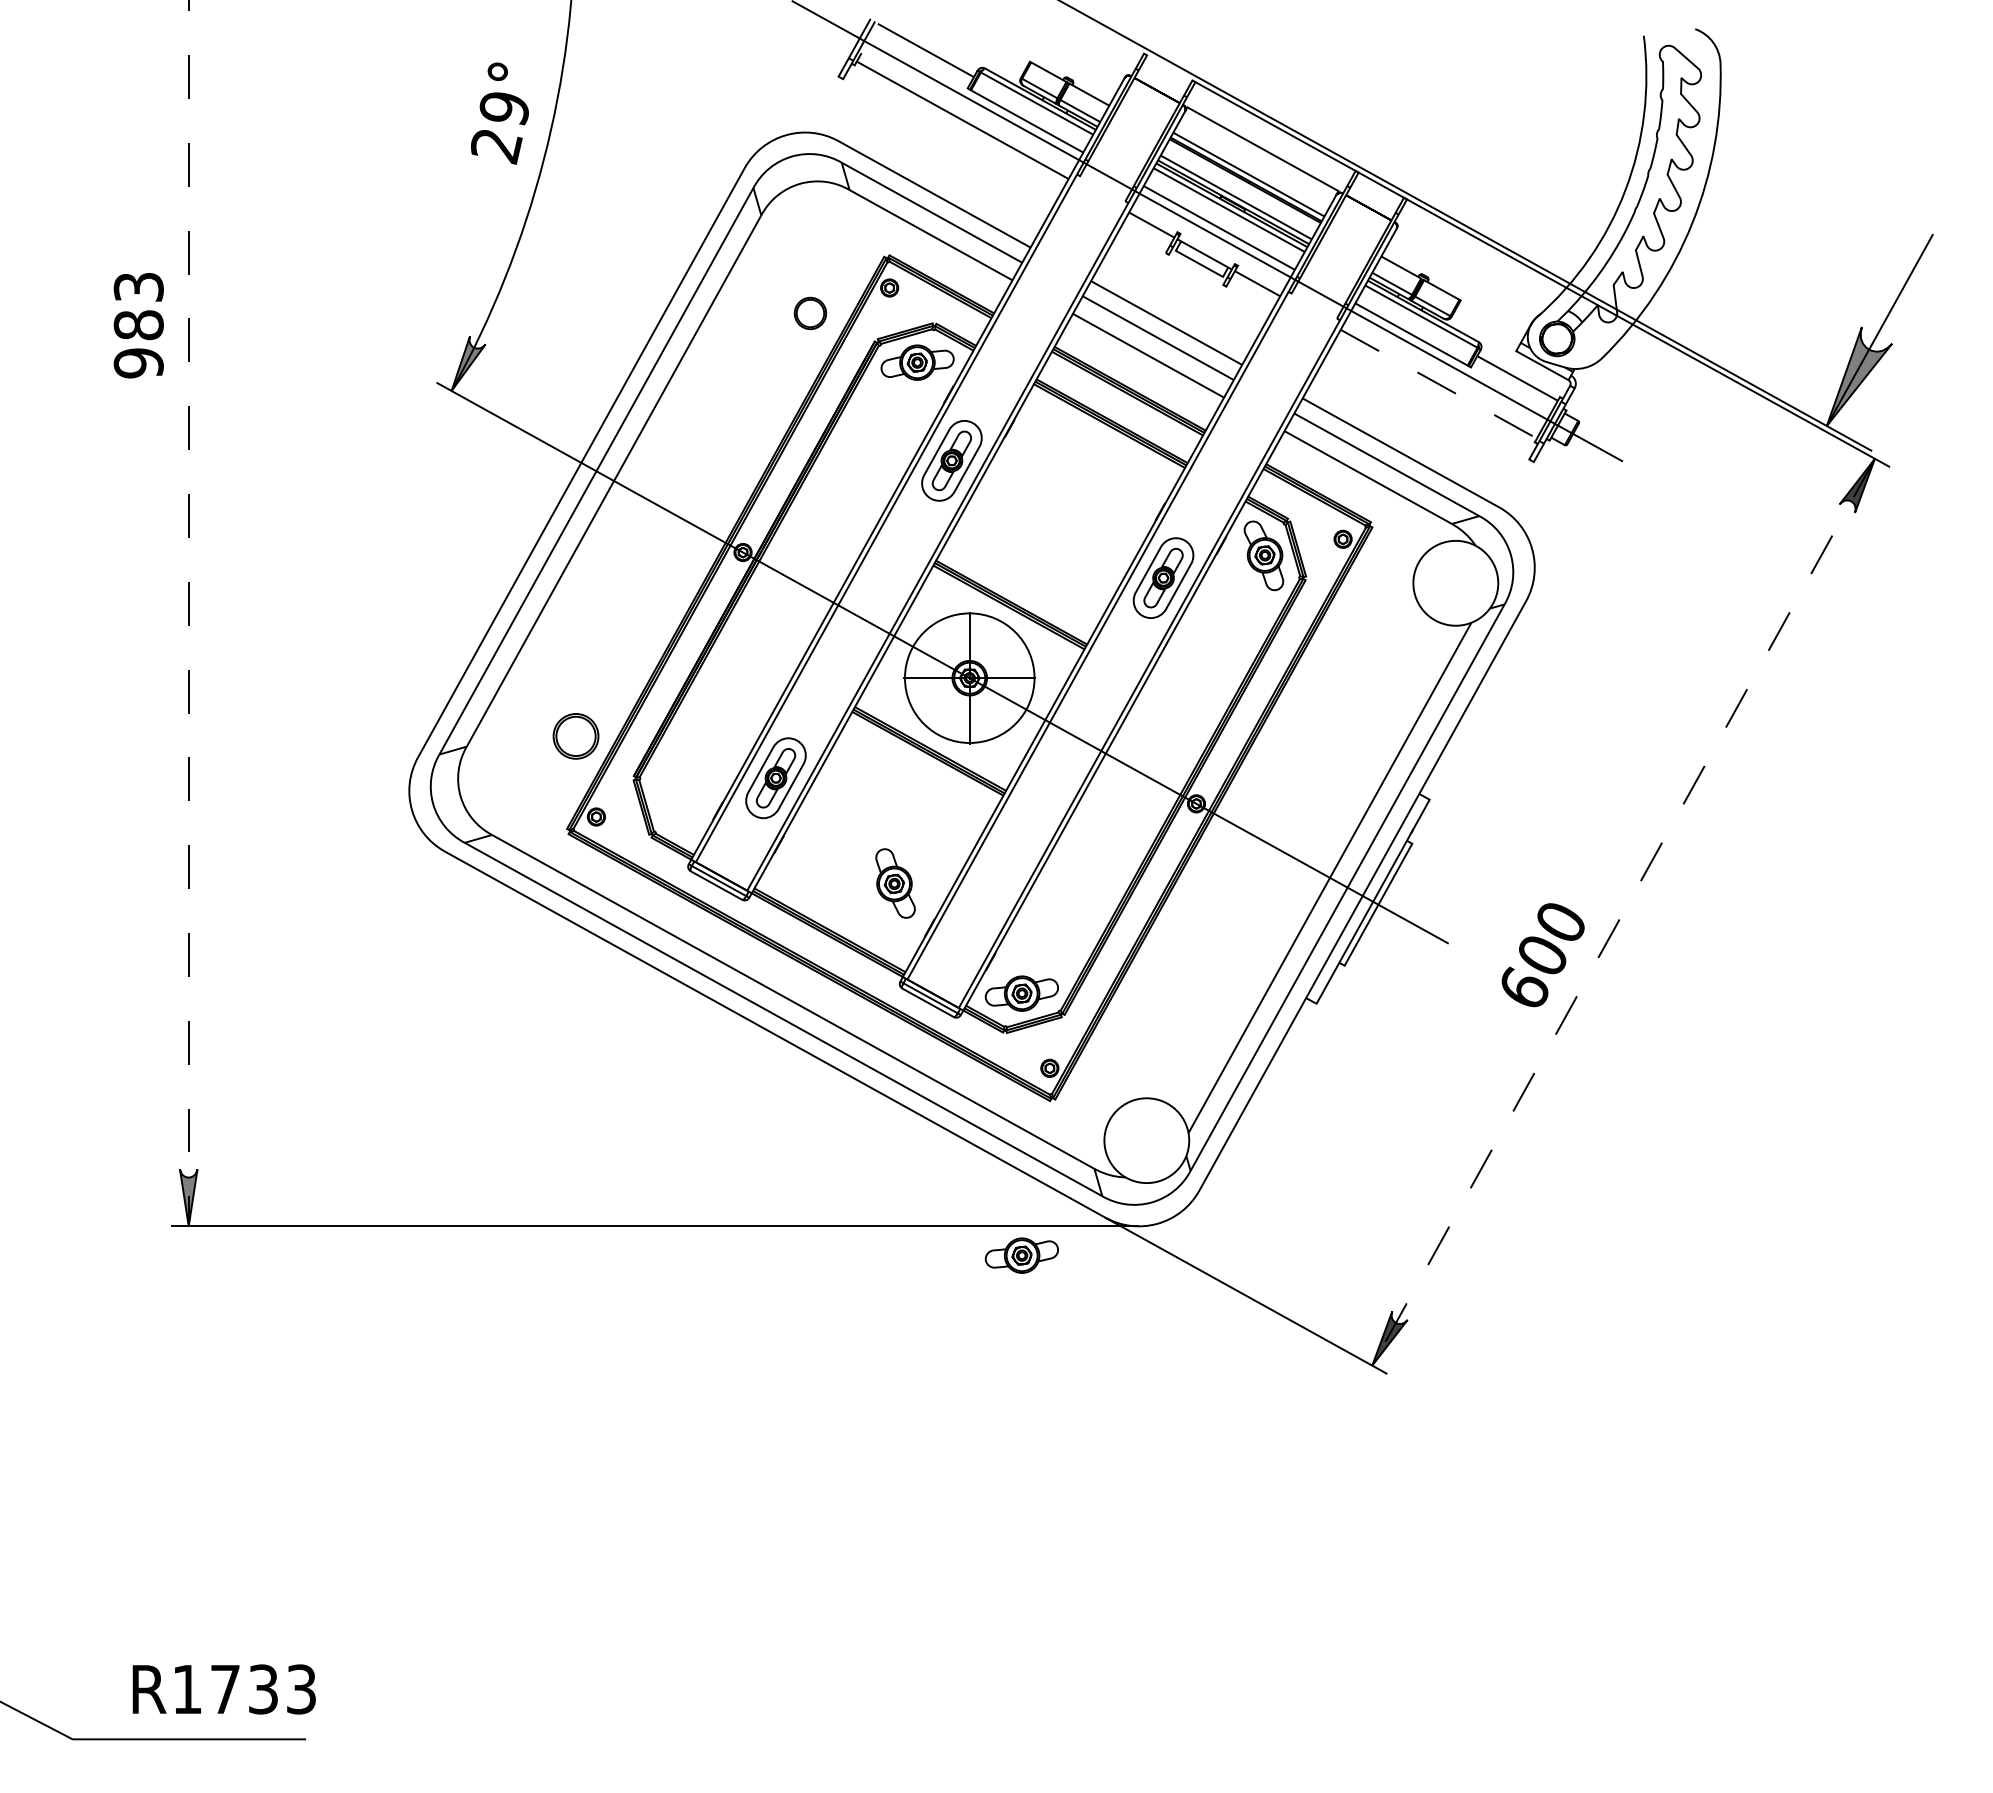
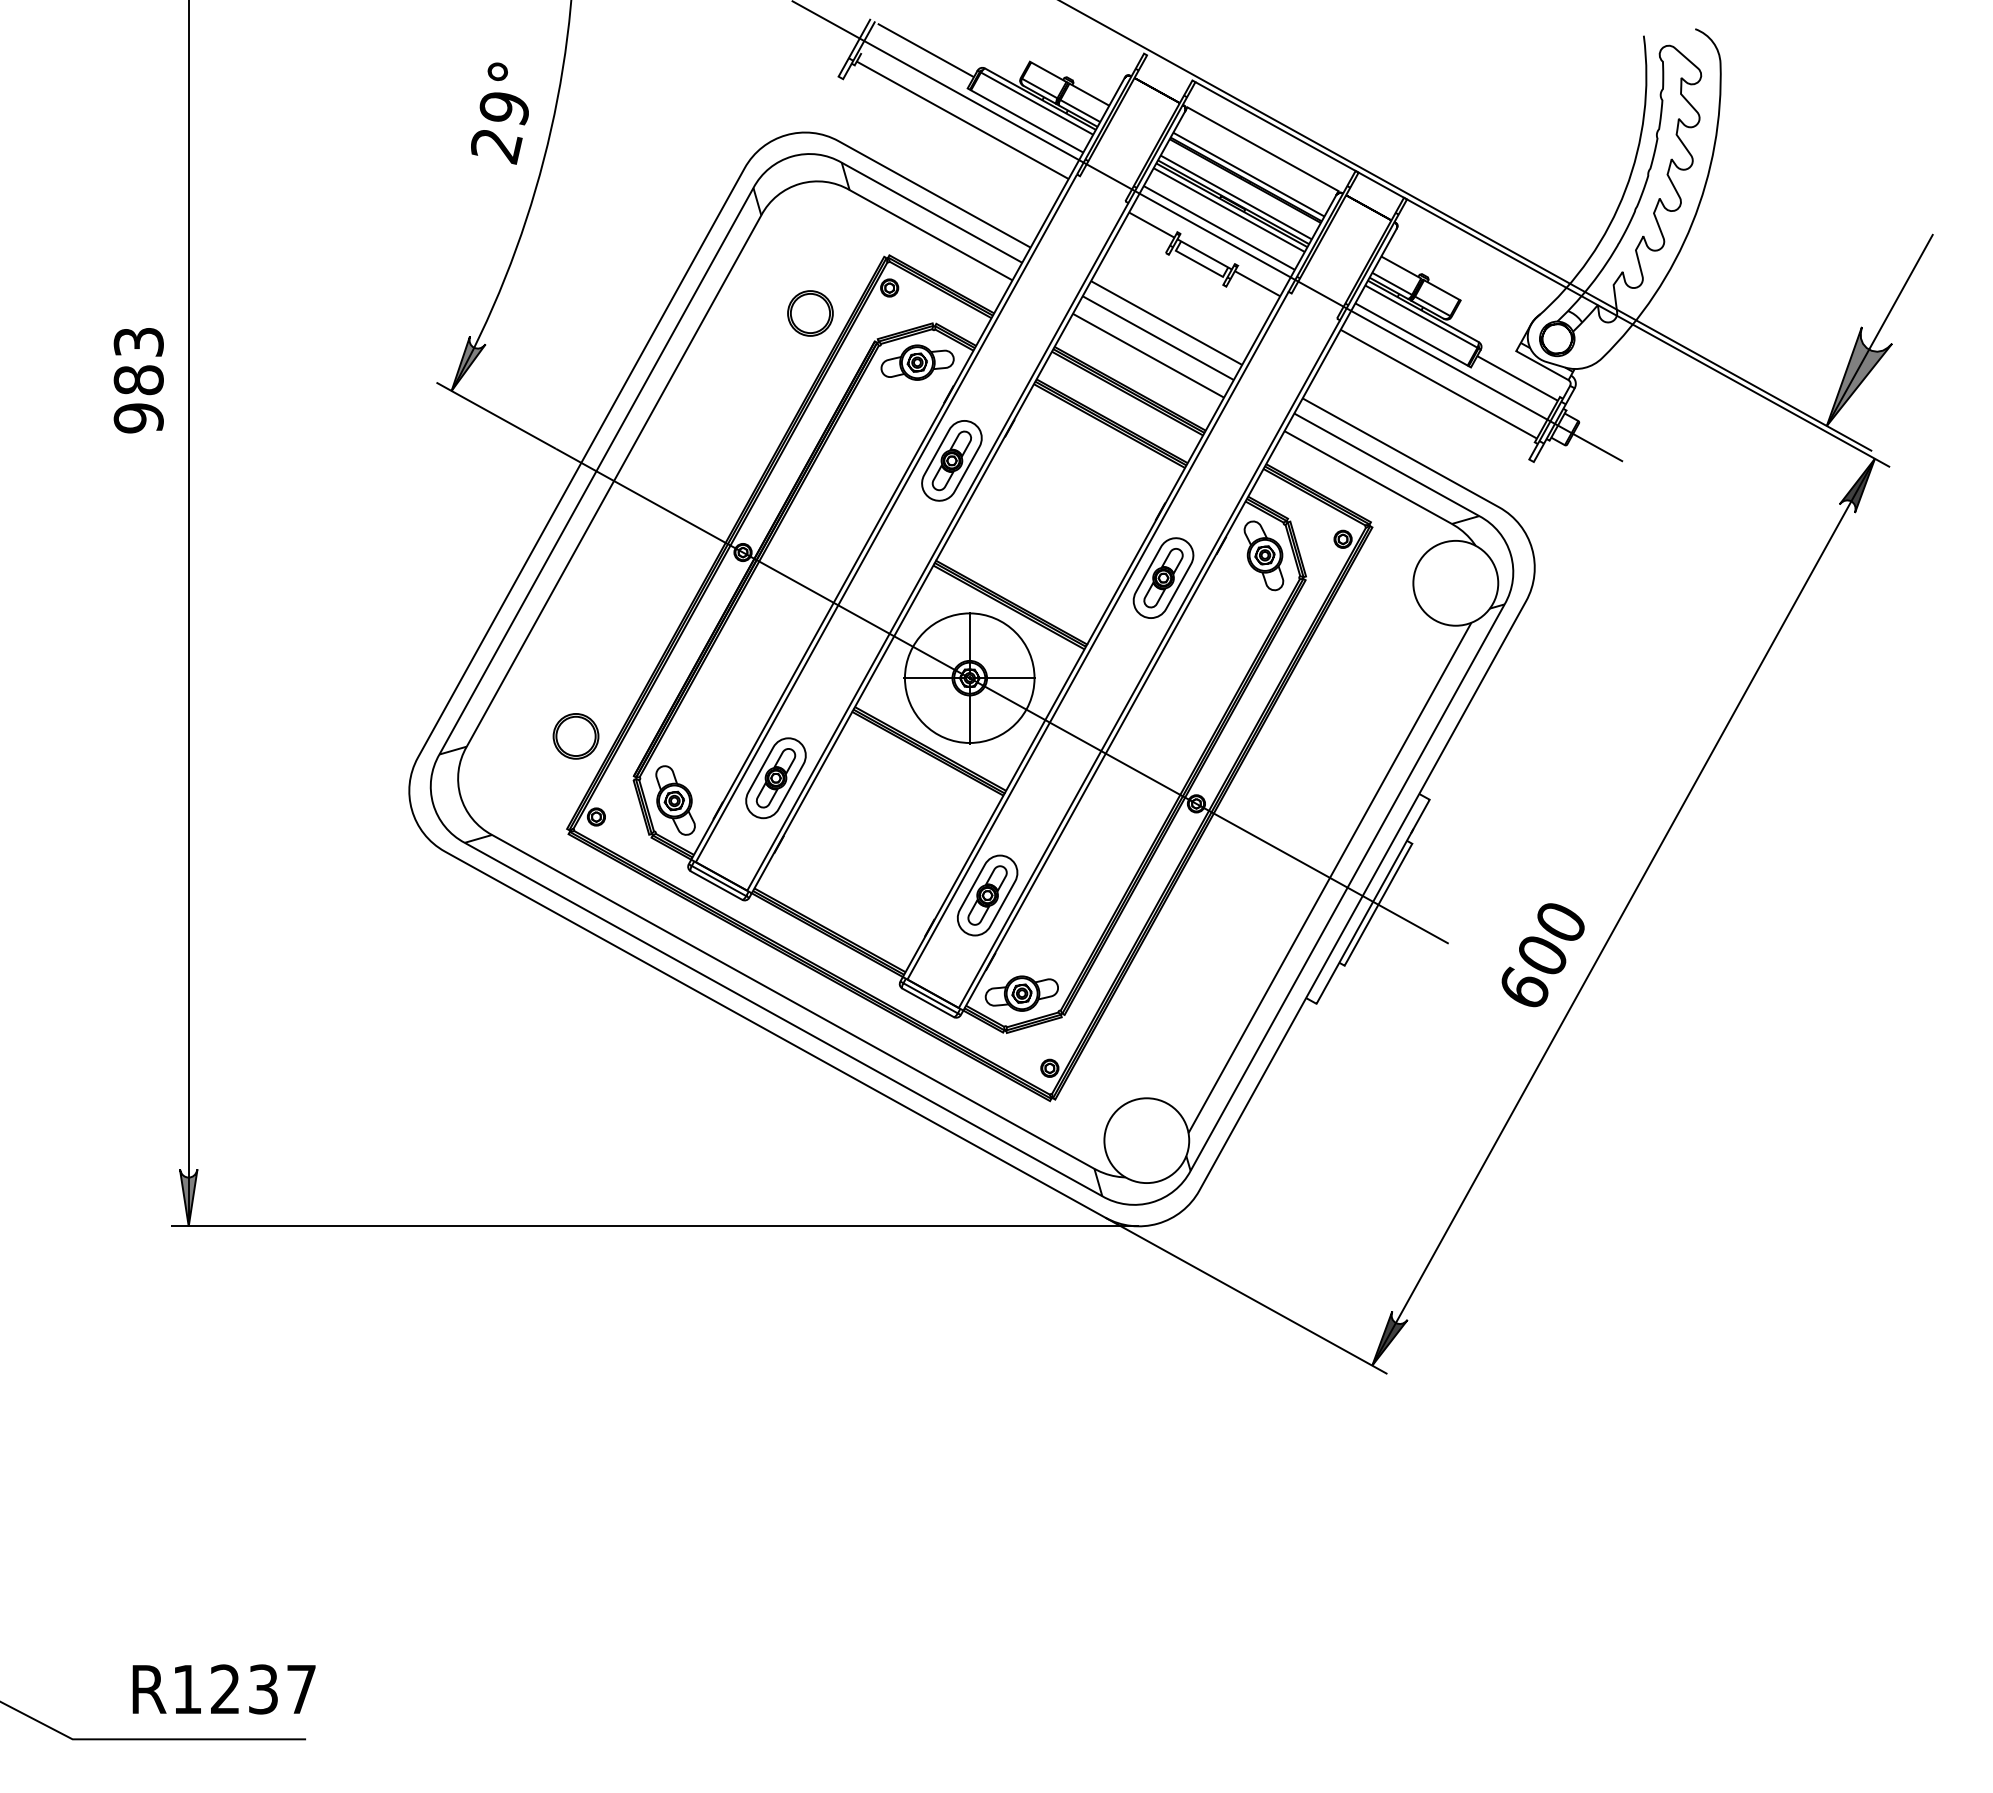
part at (810, 313) size: 35x35 px -> 47x47 px
text at (138, 325) position: (138, 325) -> (138, 380)
line at (1439, 384): dashed -> solid
line at (188, 613): dashed -> solid
part at (895, 883) position: (895, 883) -> (675, 800)
part at (987, 895): none -> present
line at (1623, 912): dashed -> solid
part at (1021, 1255): present -> none
text at (263, 1689): R1733 -> R1237
